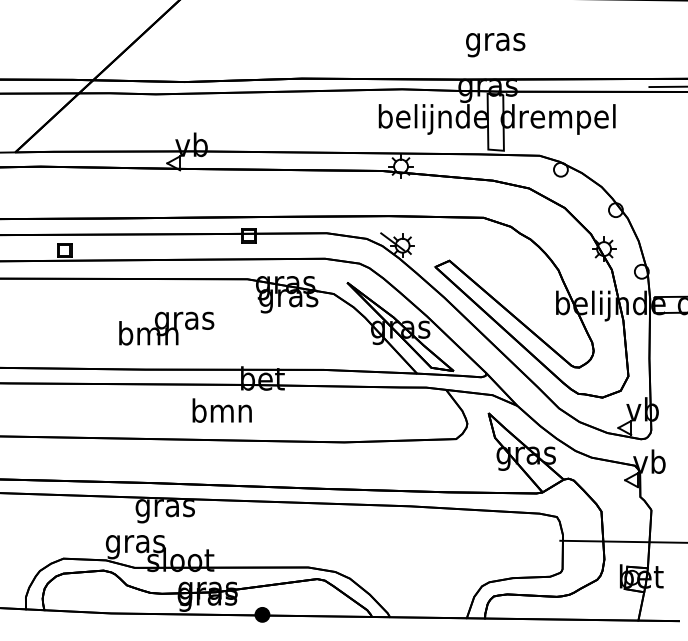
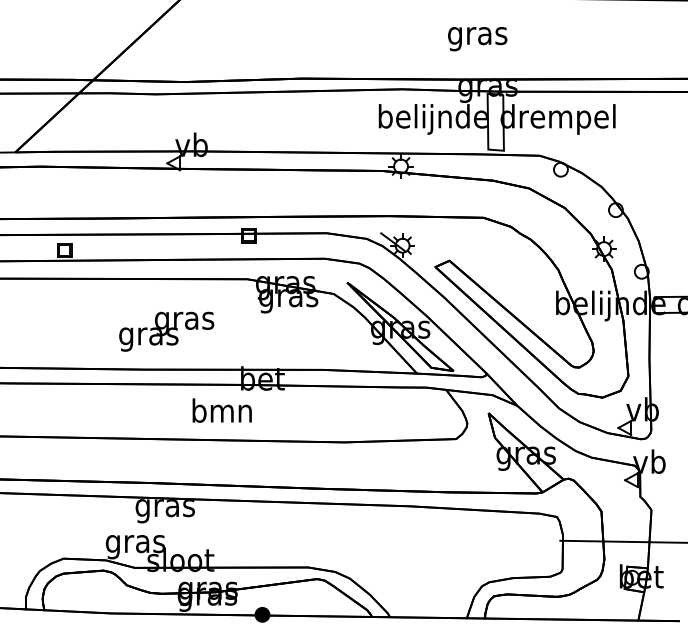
text at (495, 45) position: (495, 45) -> (477, 39)
line at (666, 86): present -> none
text at (148, 336): bmn -> gras
